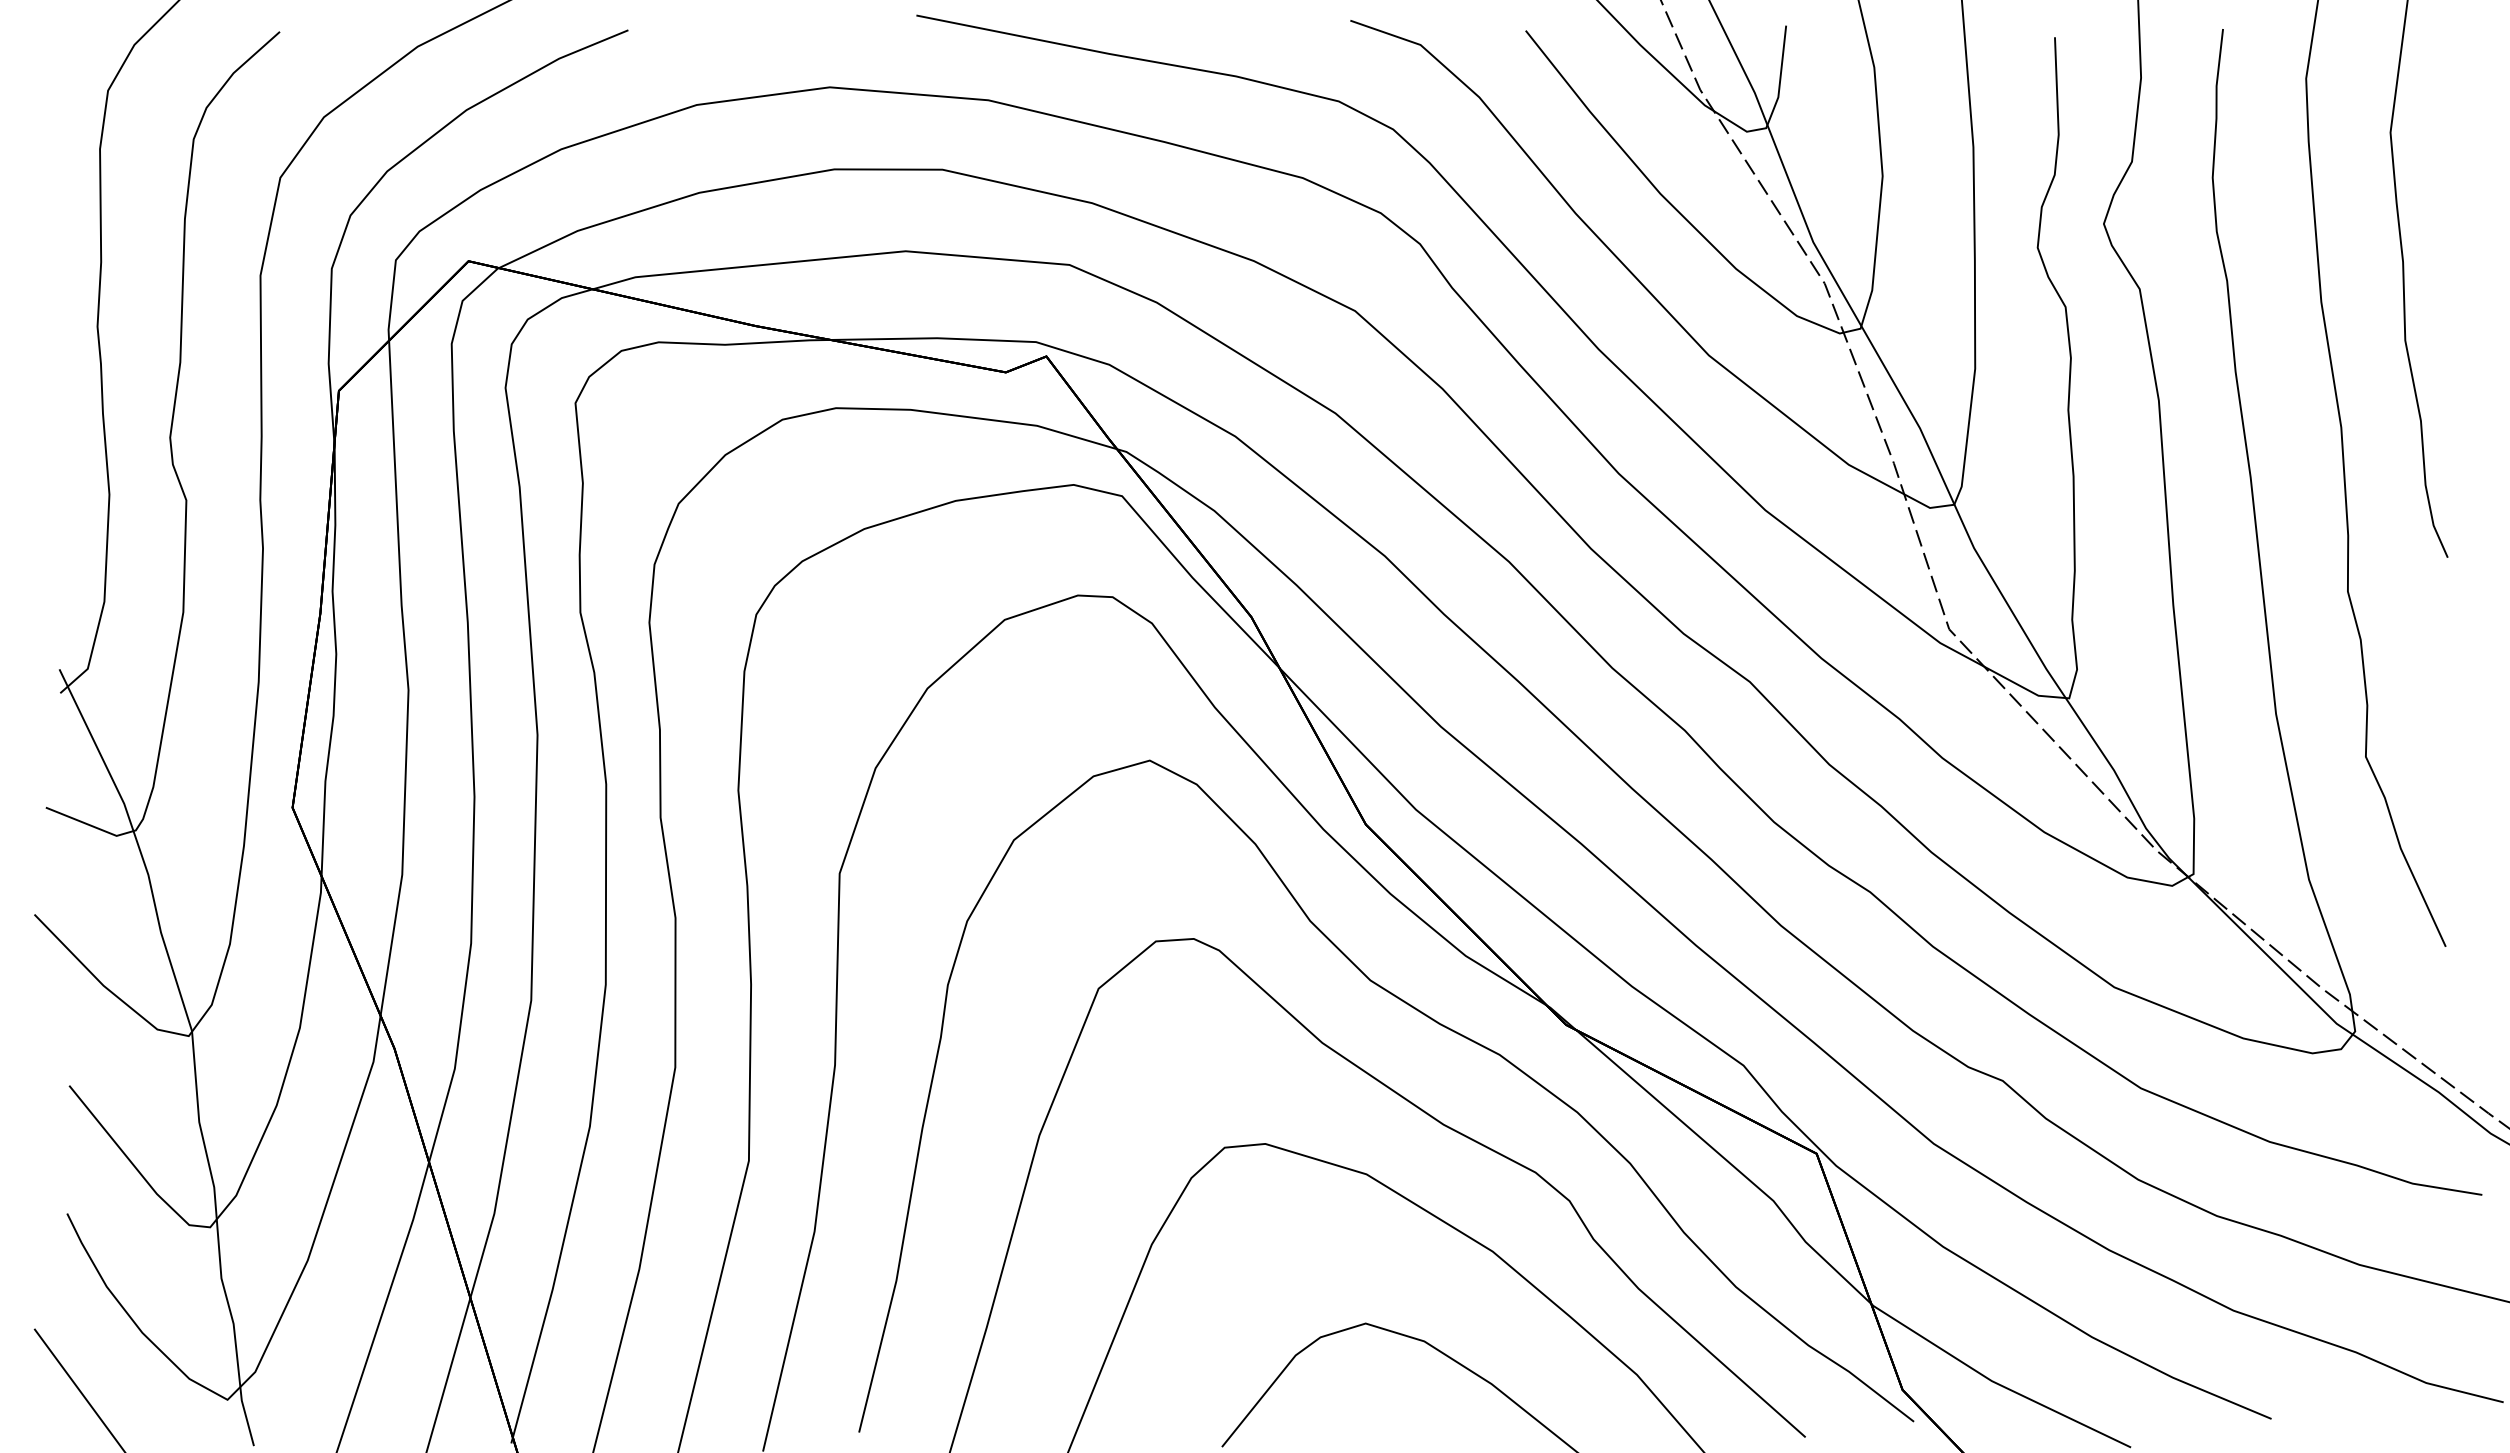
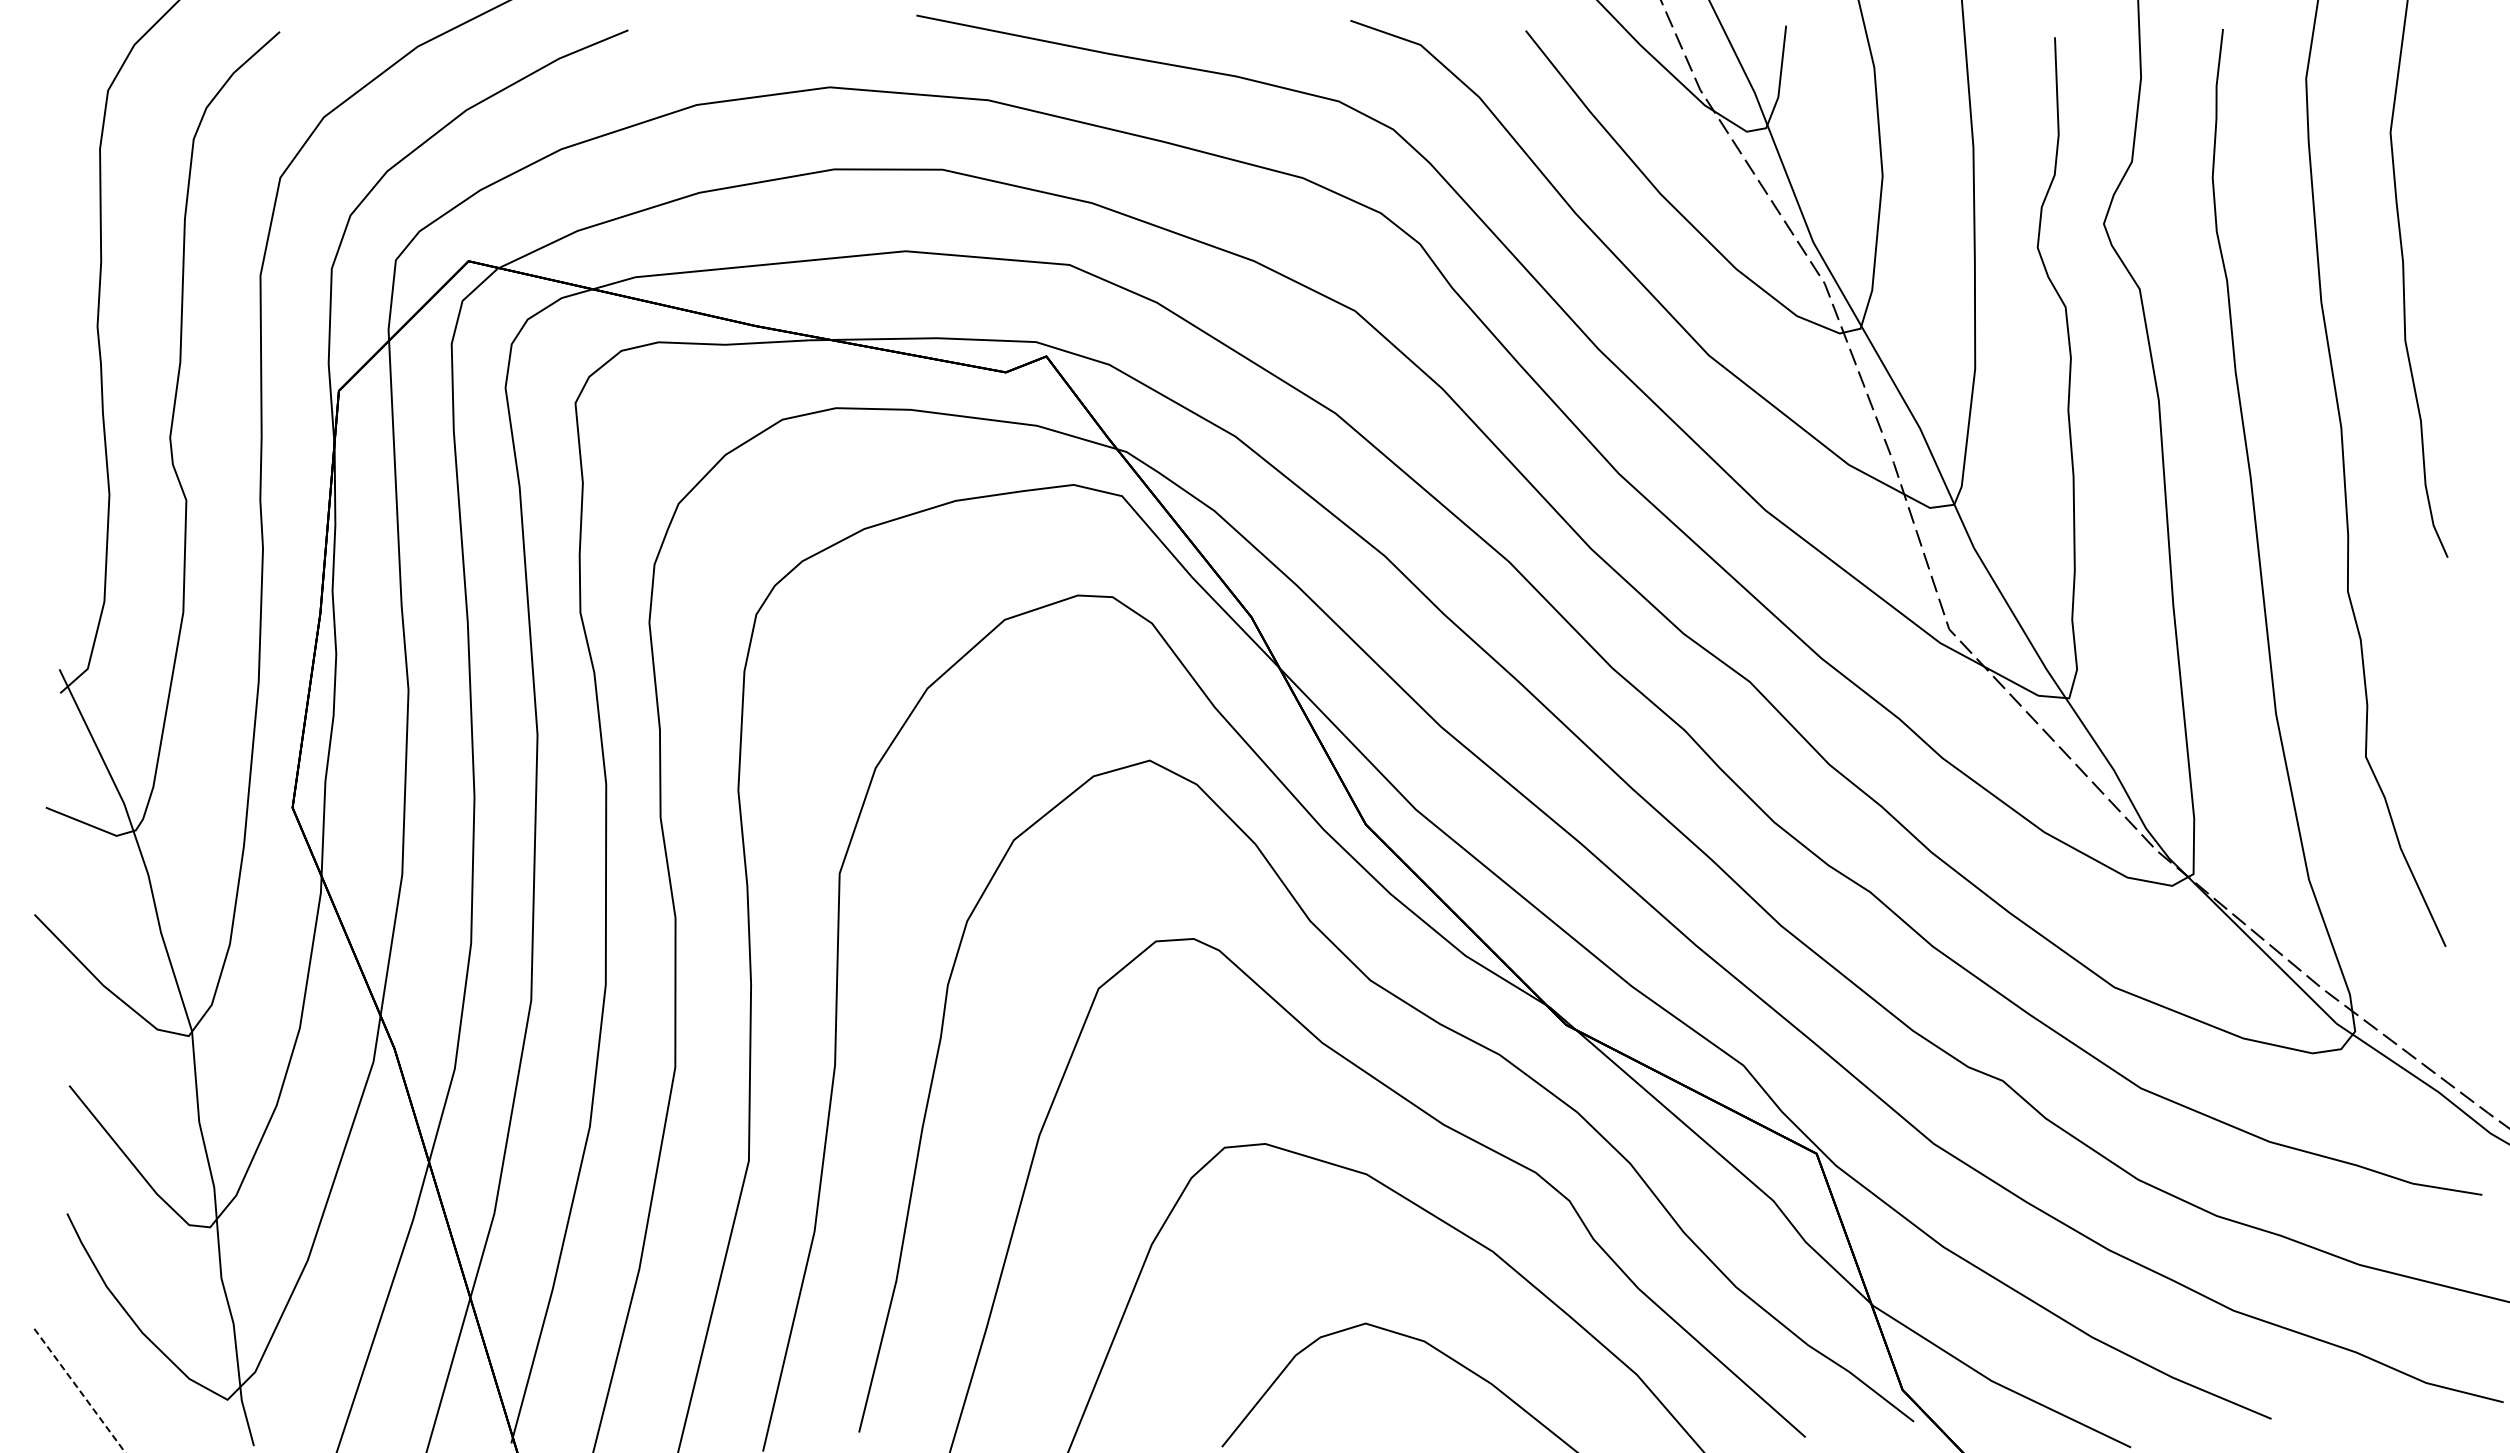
line at (79, 1390): solid -> dashed
